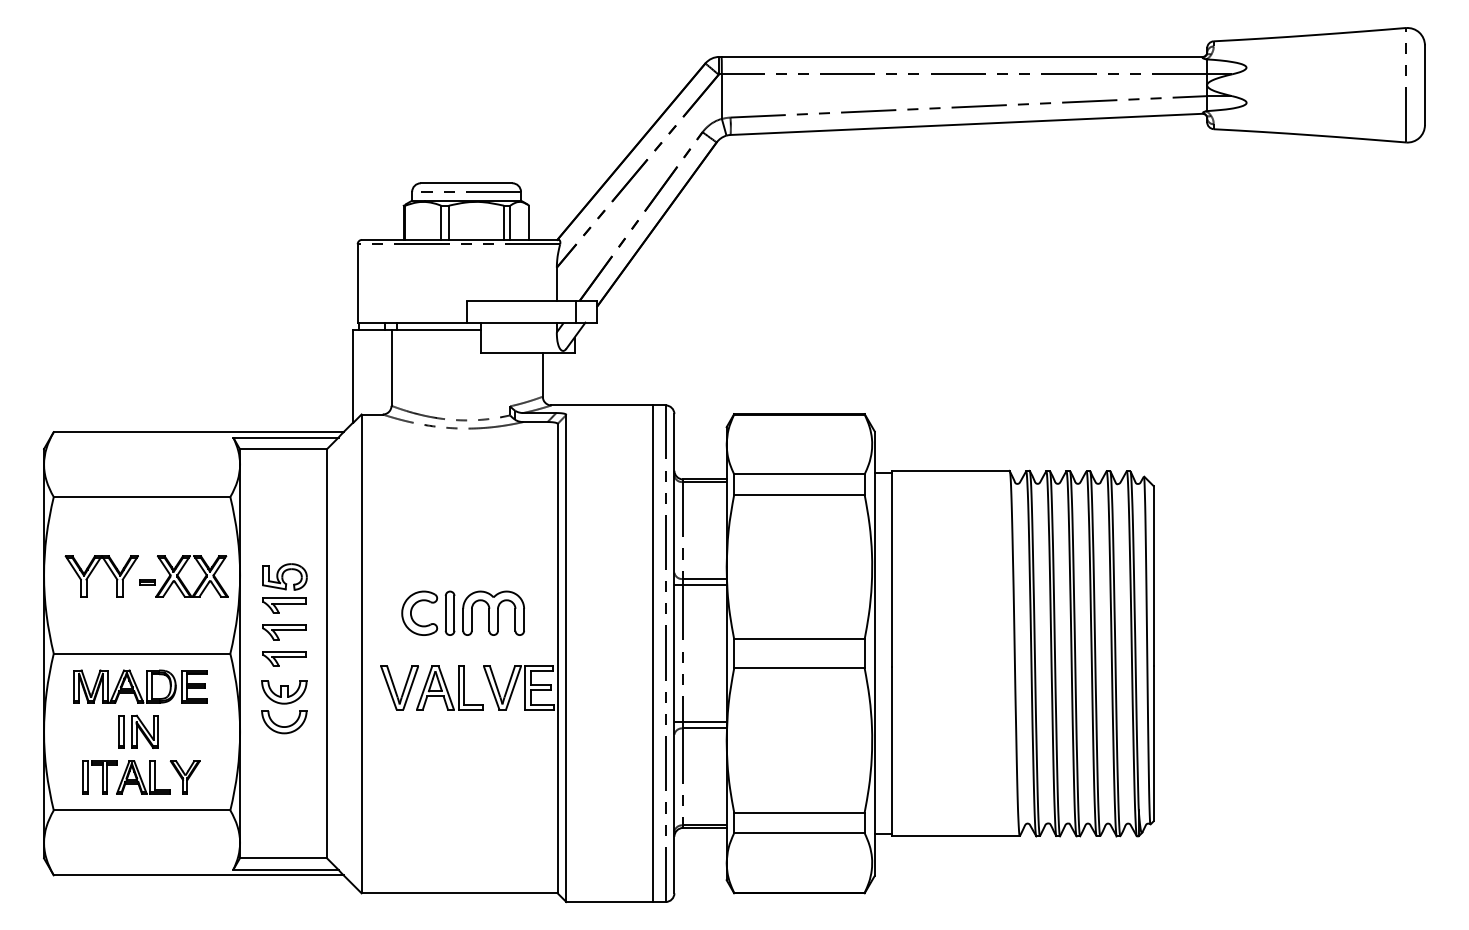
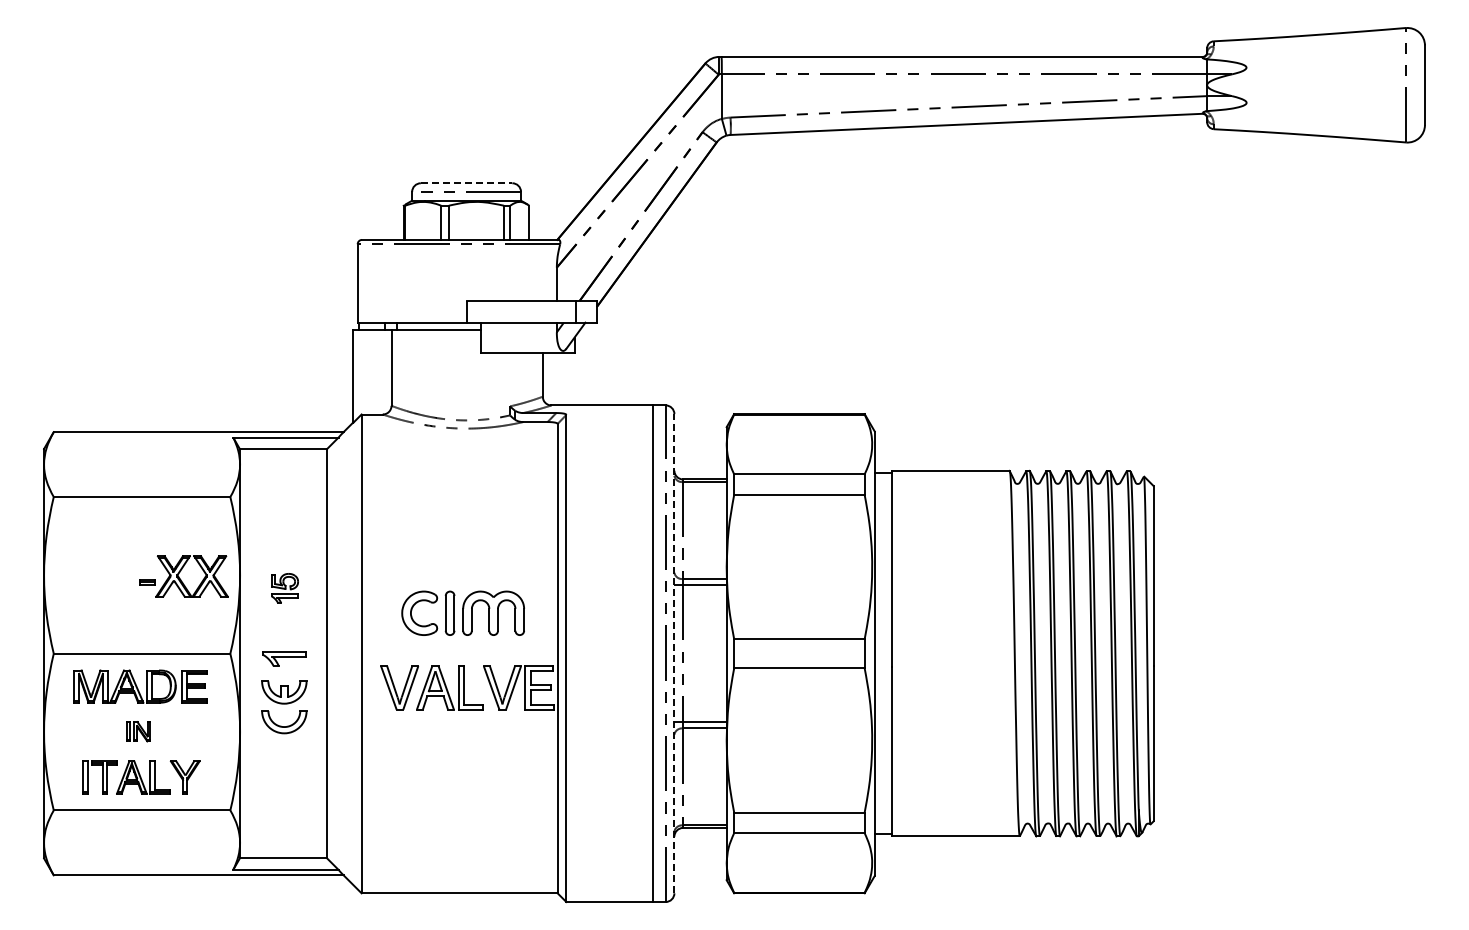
line at (466, 183): solid -> dashed
part at (92, 572): present -> none
part at (284, 588) size: 46x51 px -> 28x31 px
part at (284, 632): present -> none
line at (674, 653): solid -> dashed
part at (138, 731) size: 41x35 px -> 25x22 px
